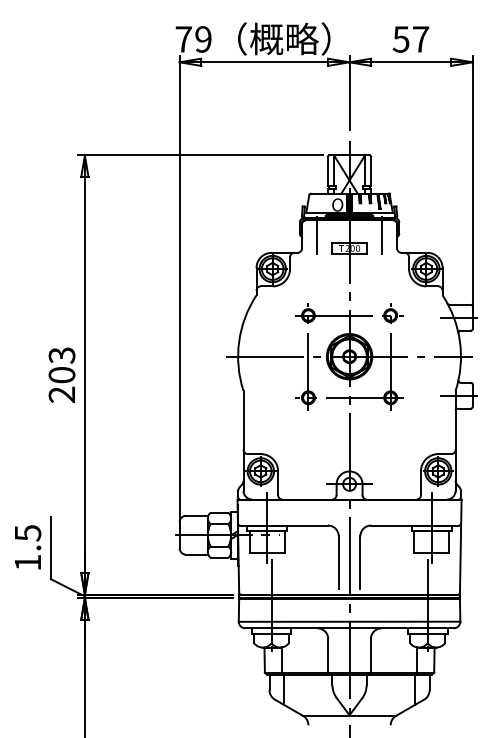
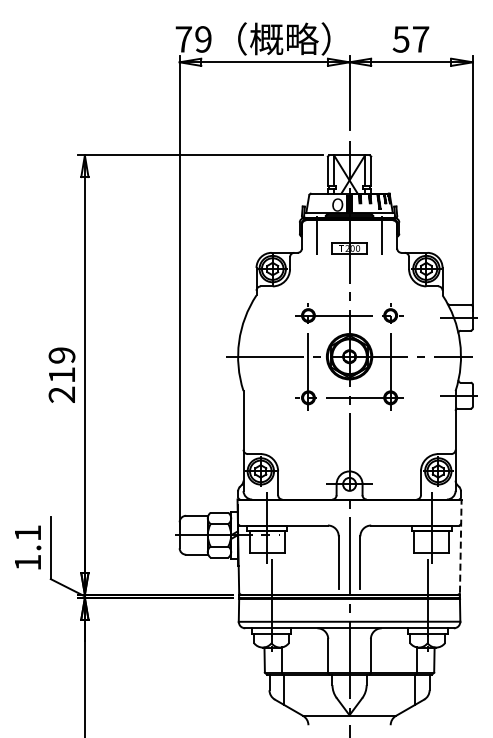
text at (61, 365): 203 -> 219
text at (28, 533): 1.5 -> 1.1
line at (460, 546): solid -> dashed
